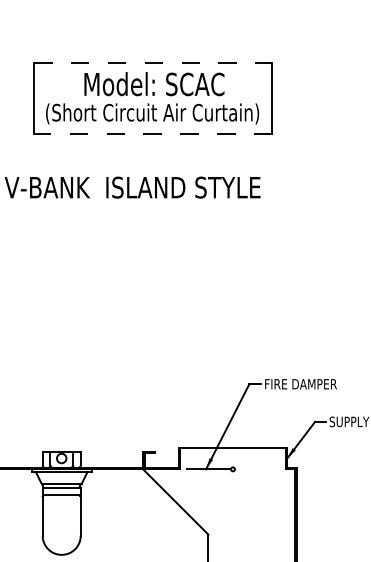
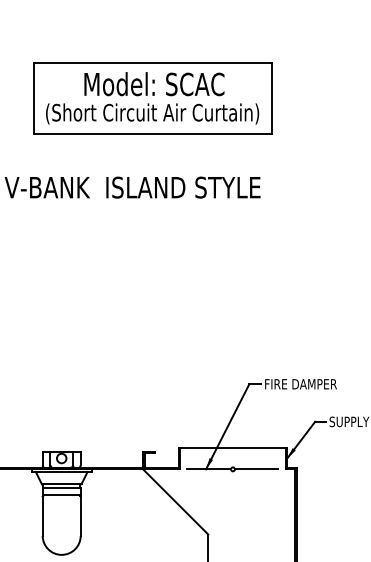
line at (153, 63): dashed -> solid
line at (152, 134): dashed -> solid
line at (256, 469): none -> present
